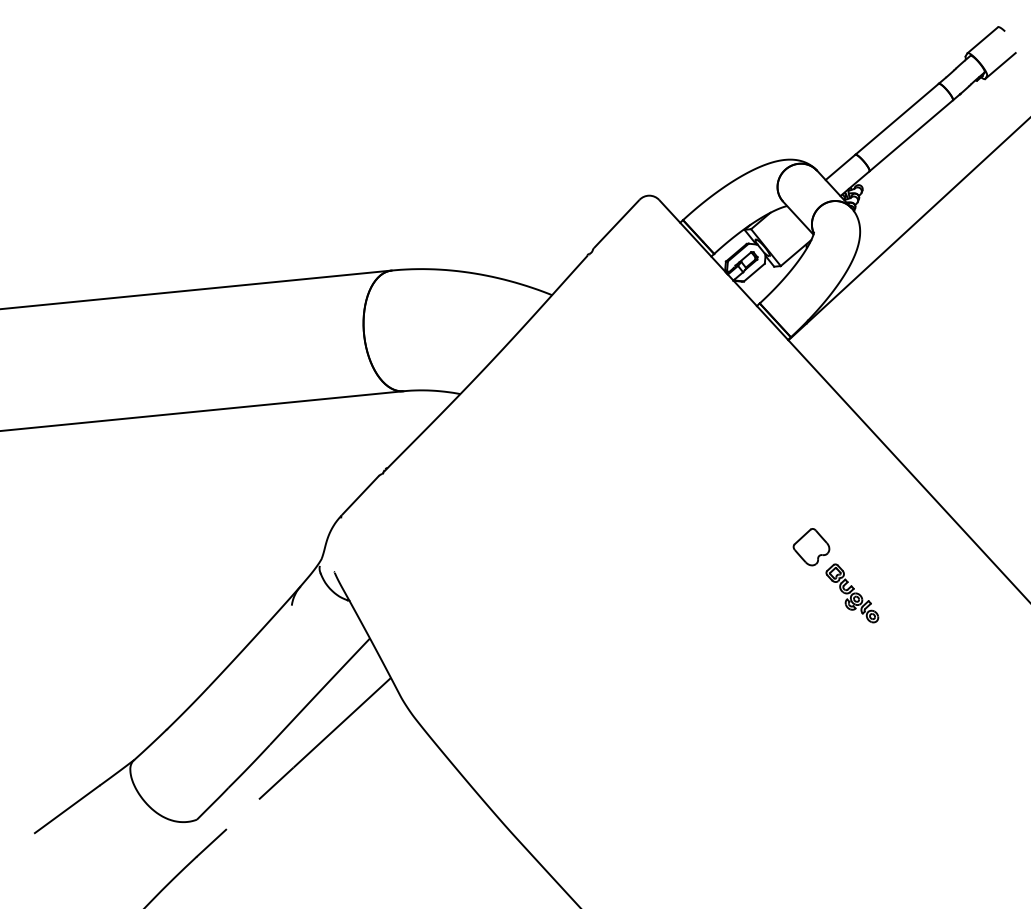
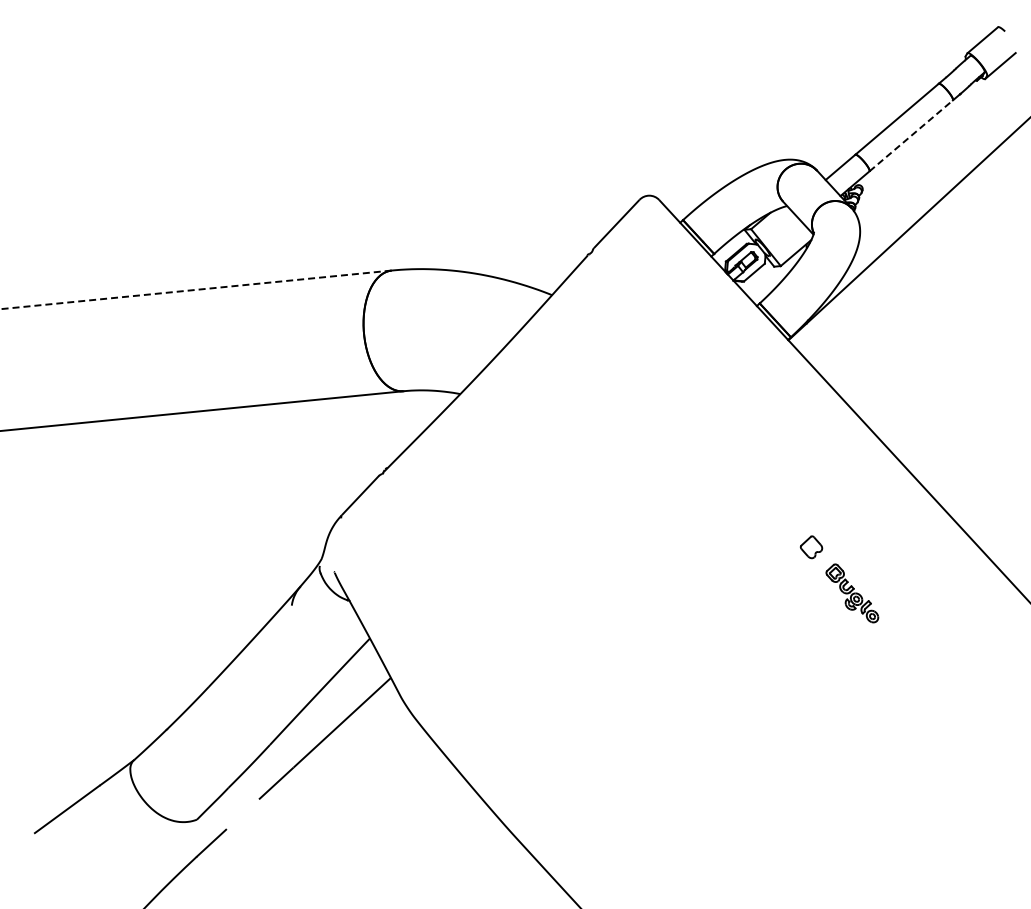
line at (911, 135): solid -> dashed
line at (195, 289): solid -> dashed
part at (811, 547) size: 39x39 px -> 25x25 px
